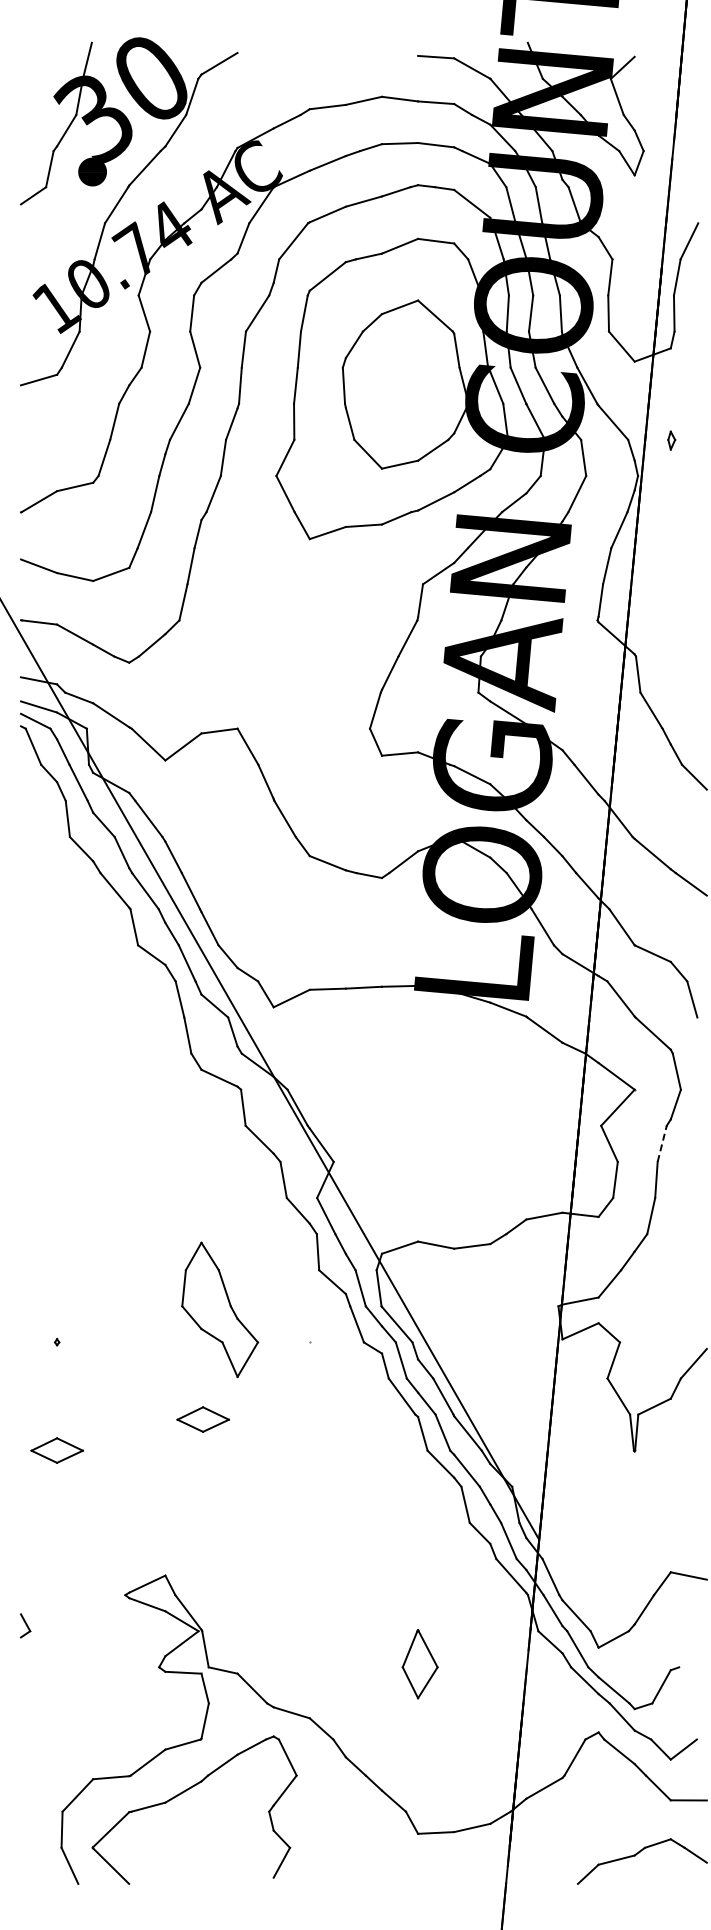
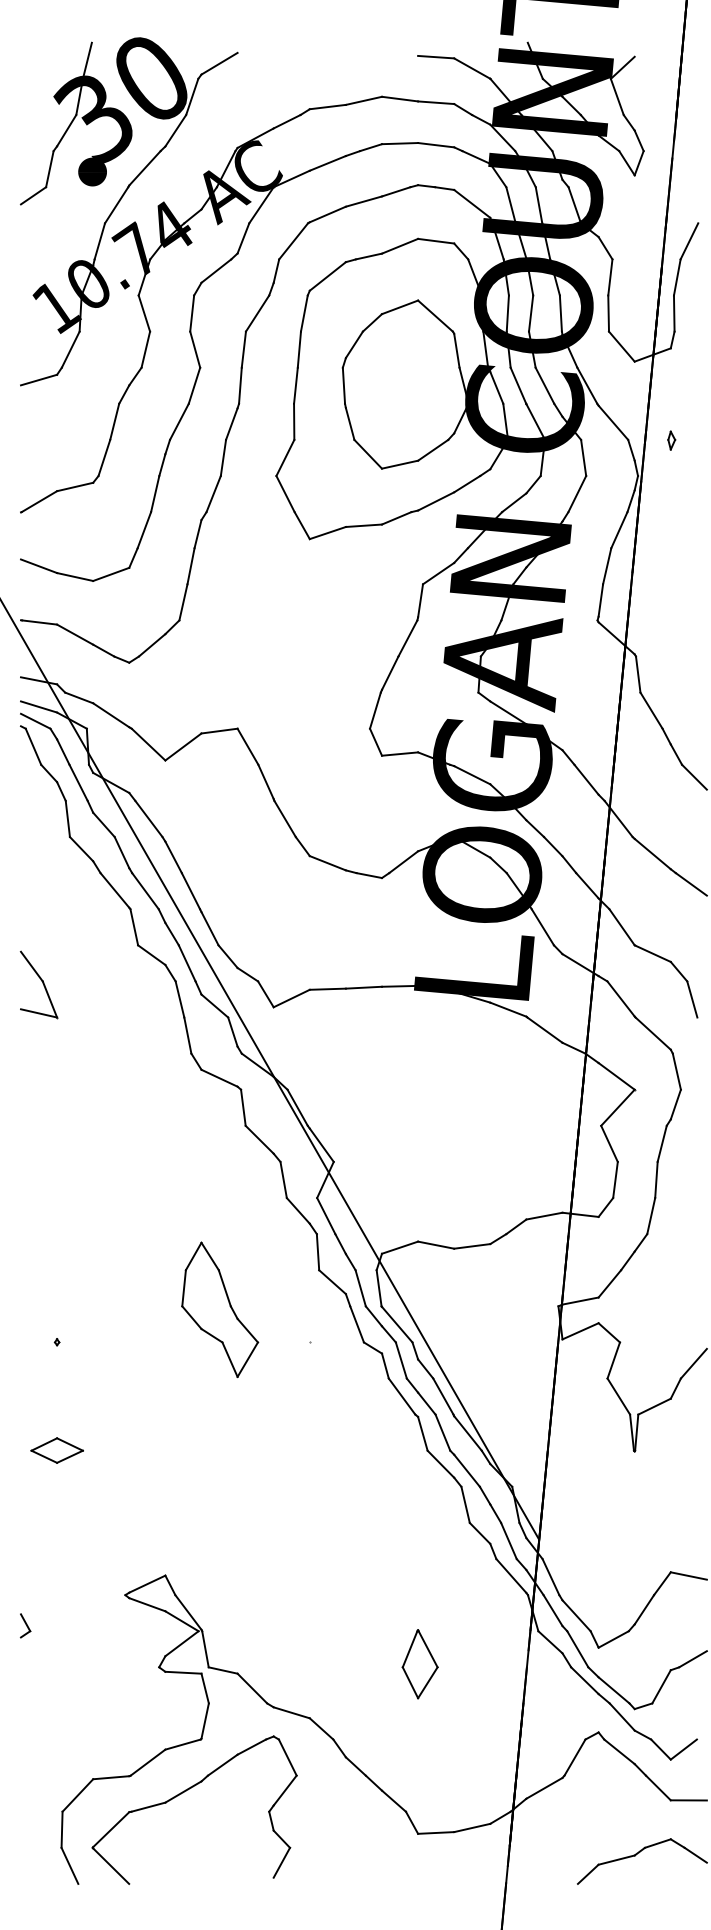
part at (38, 984): none -> present
line at (662, 1143): dashed -> solid
part at (202, 1419): present -> none
line at (692, 1659): none -> present
